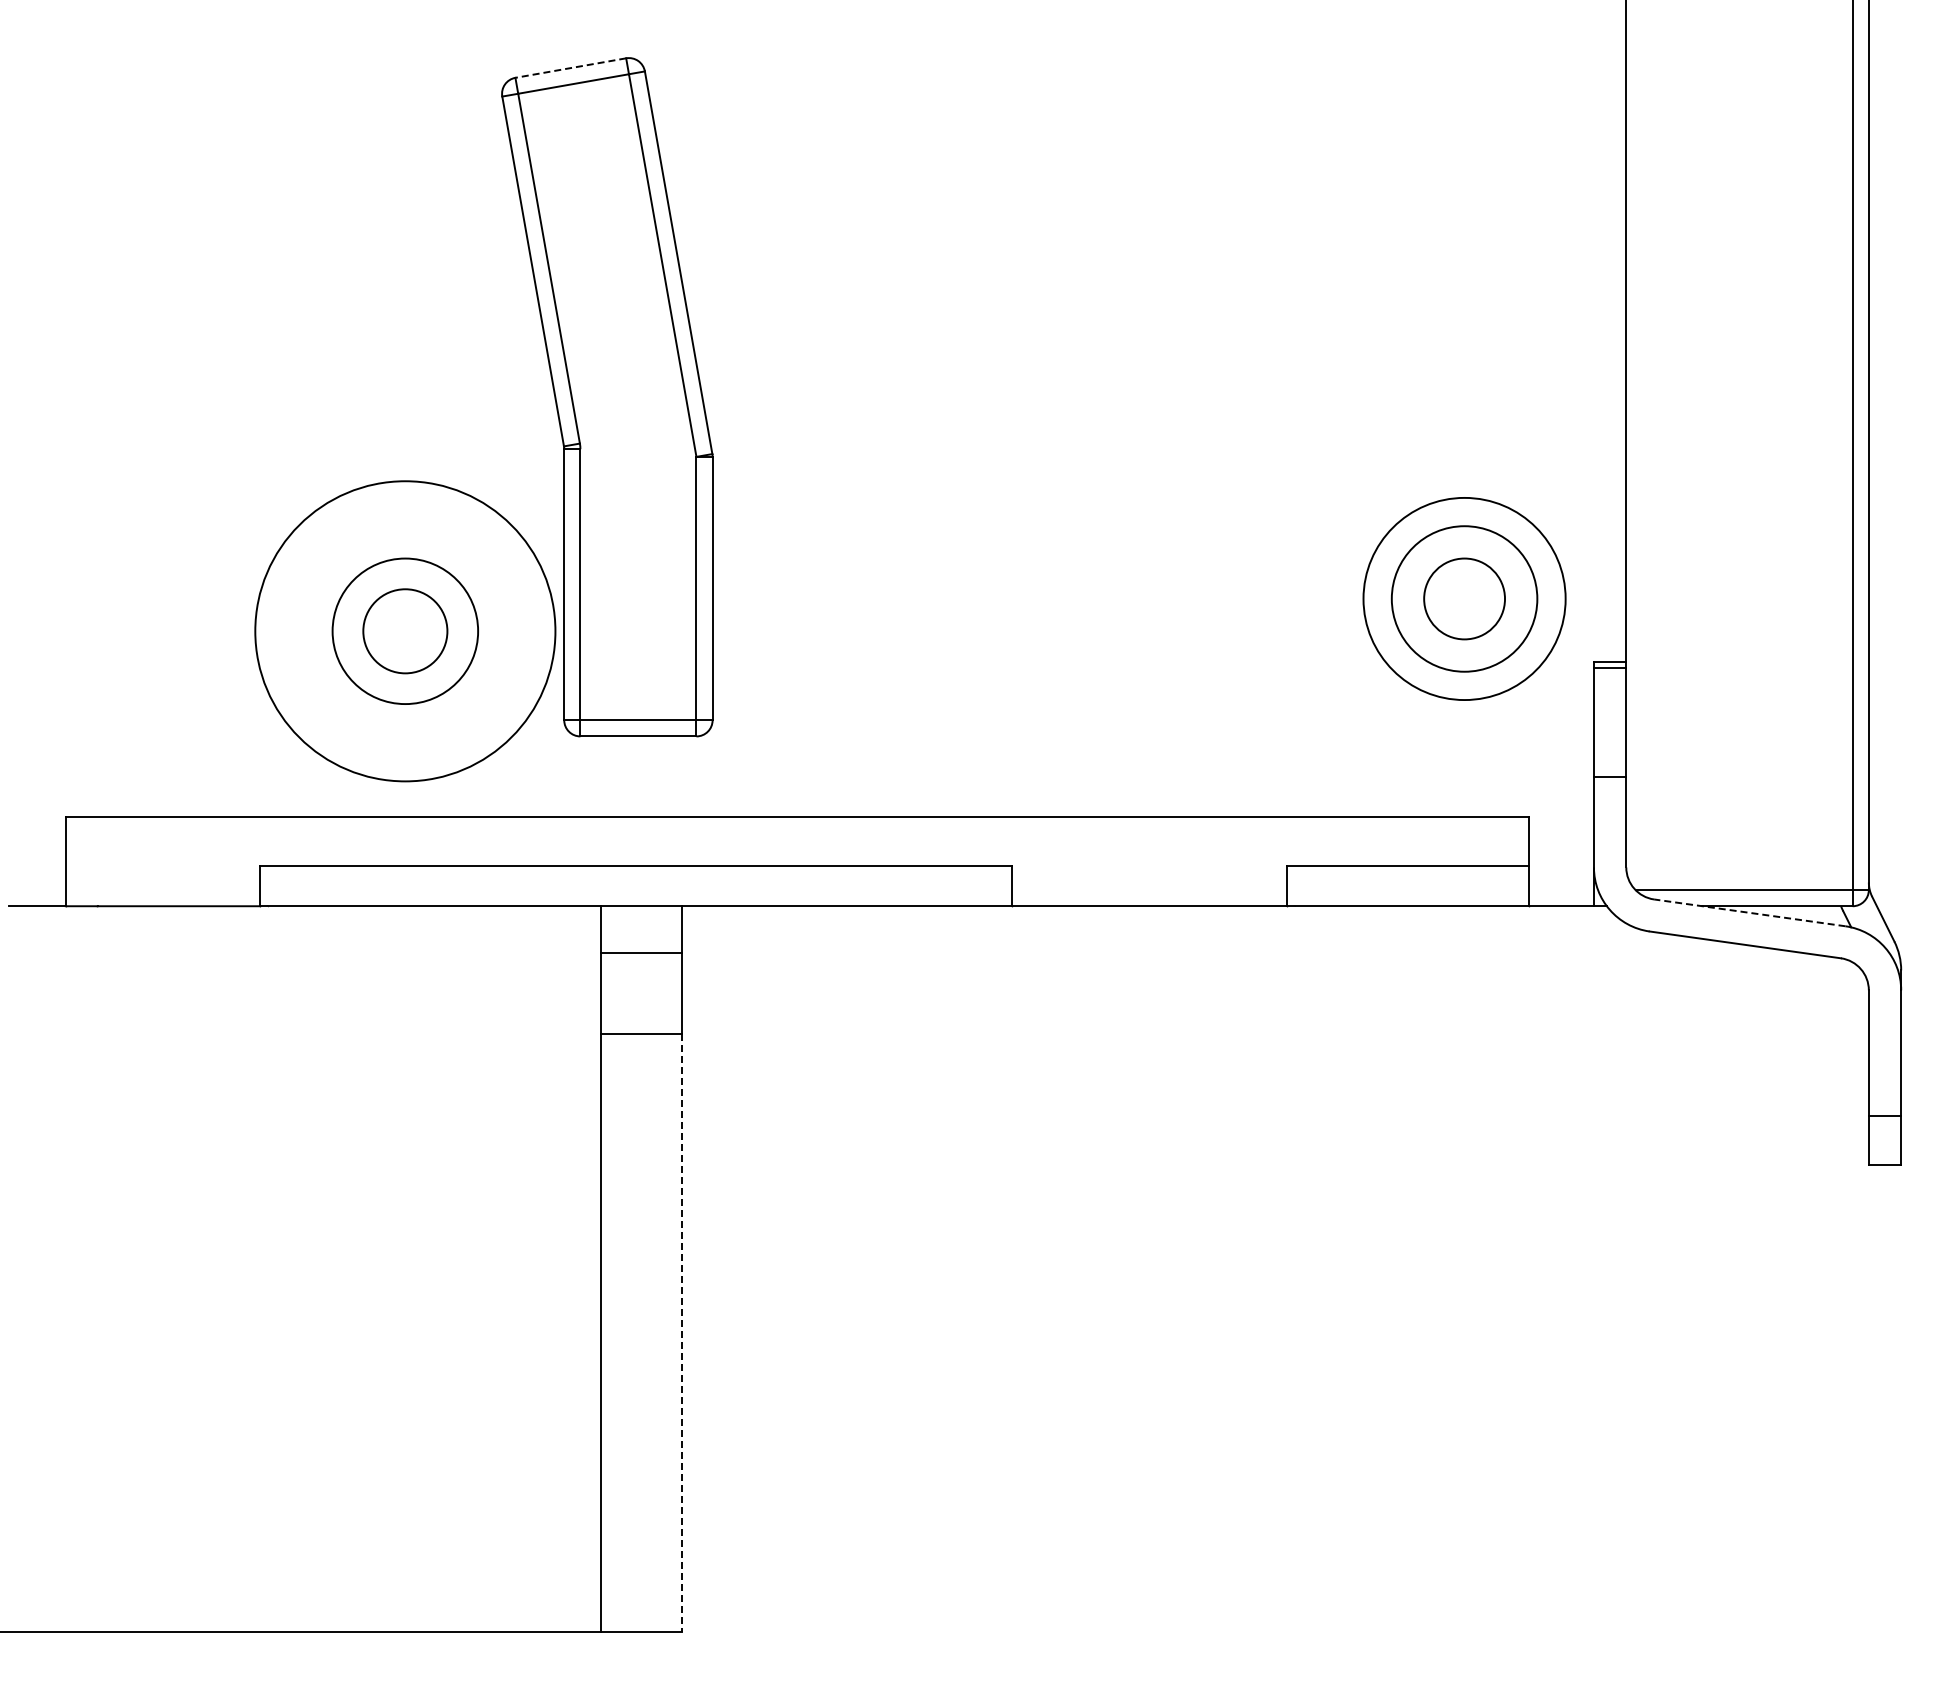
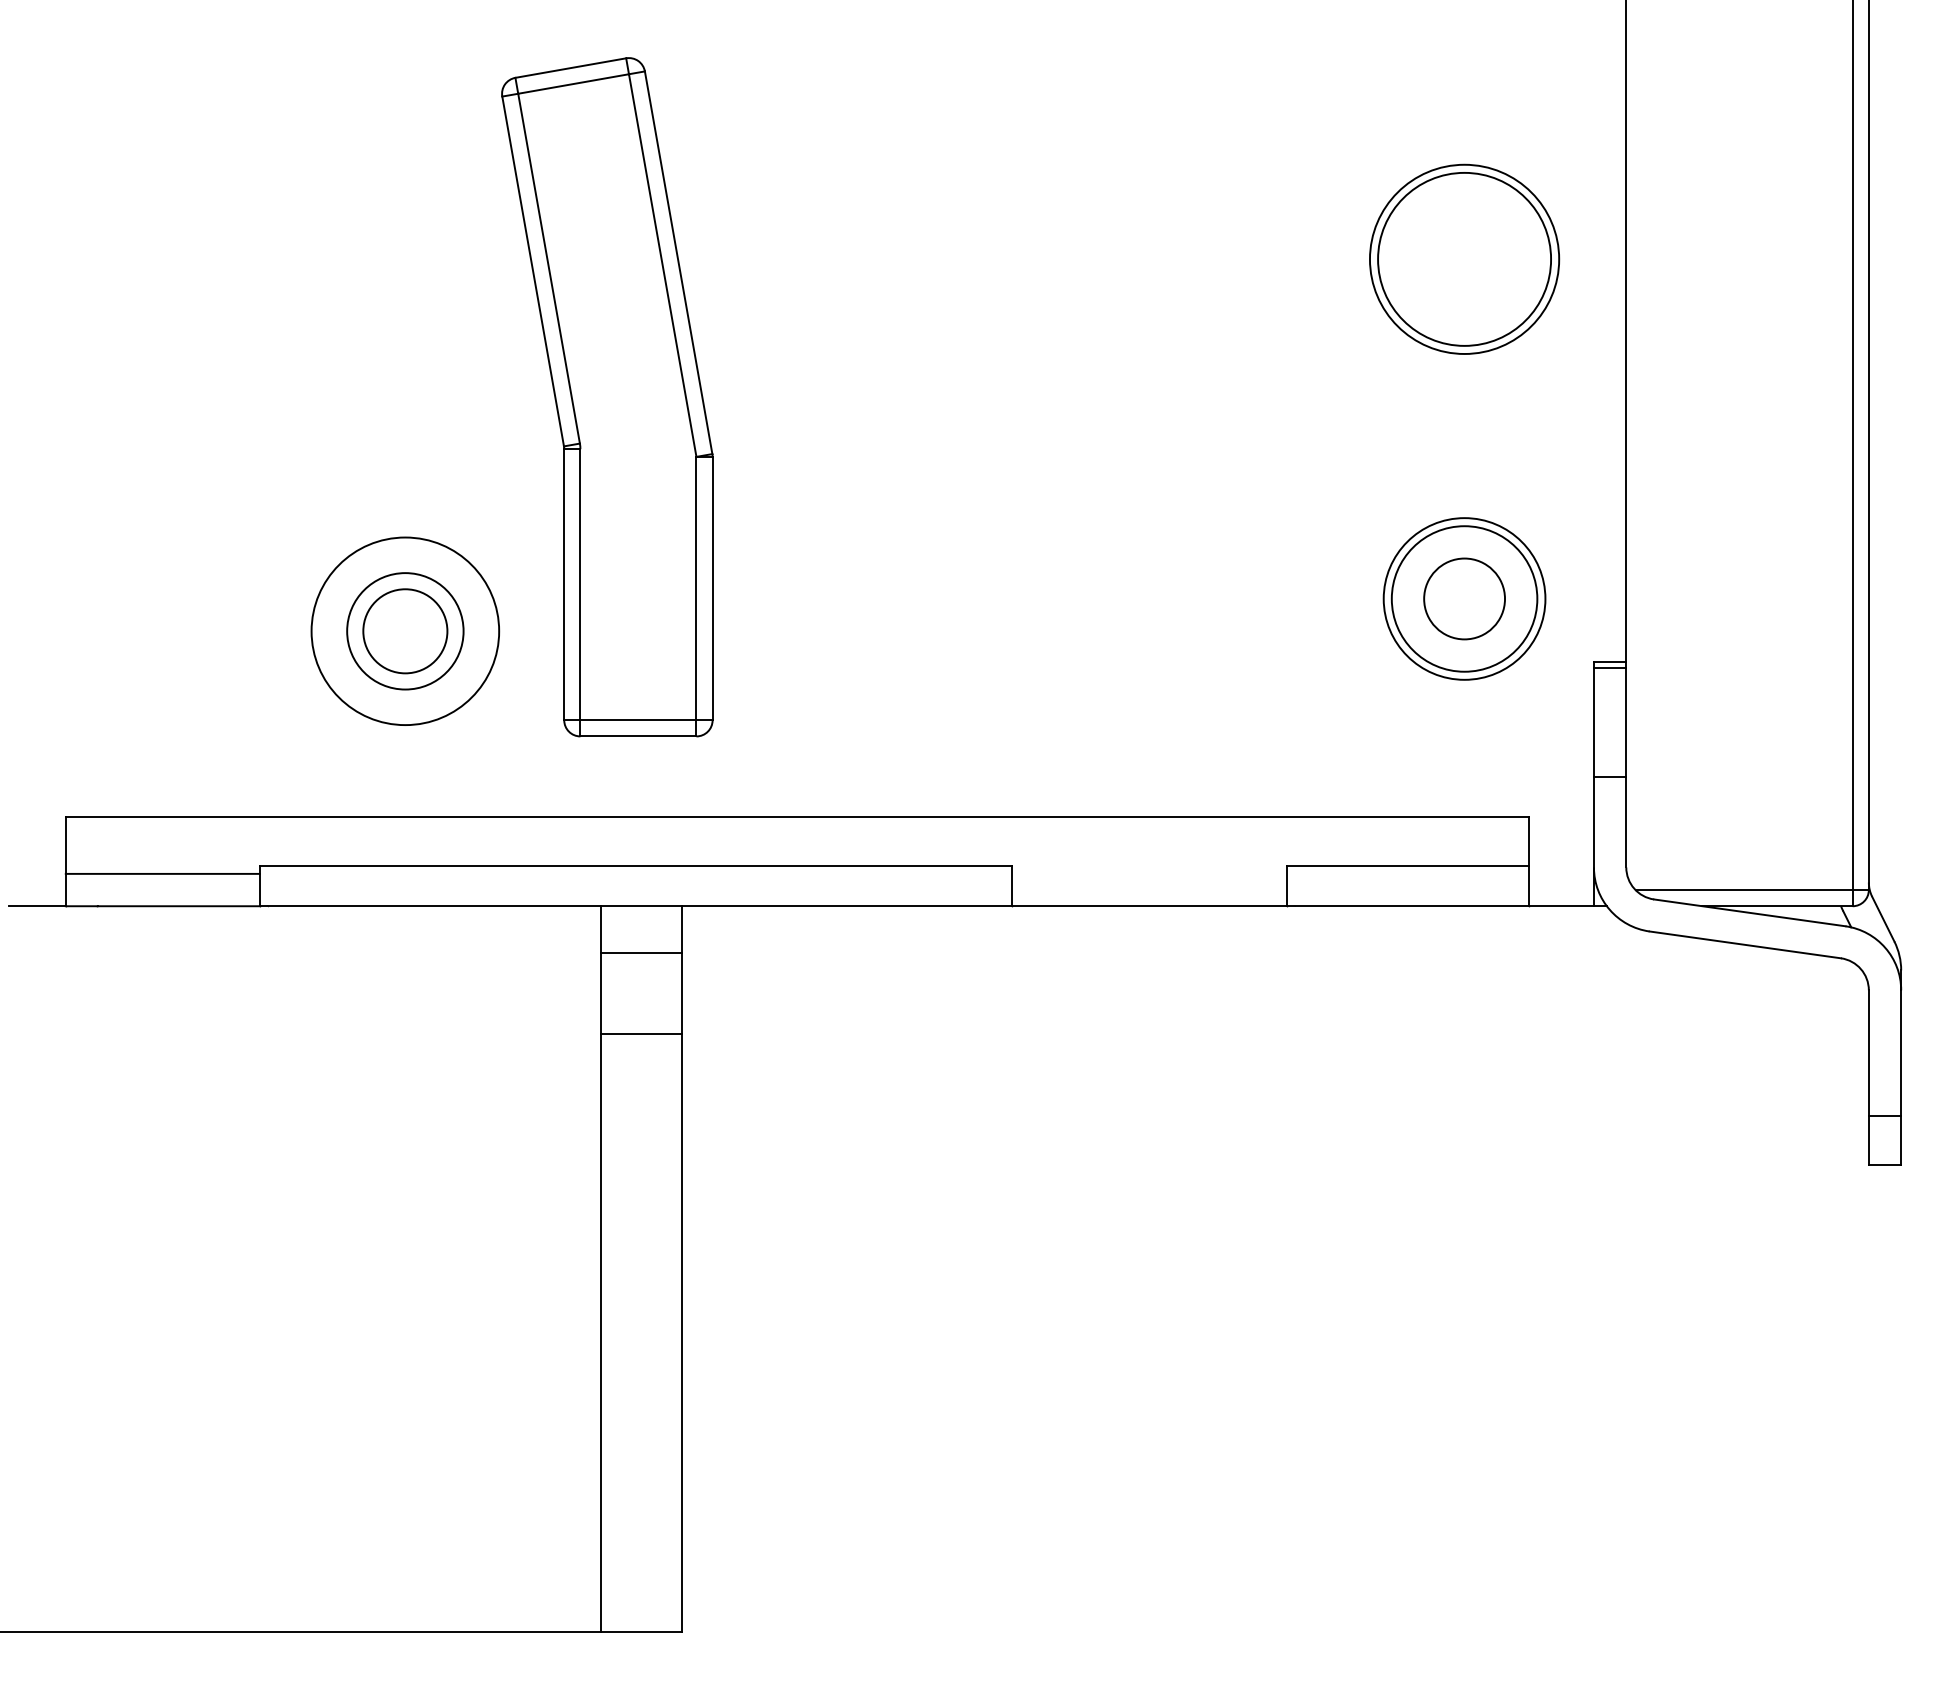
line at (570, 68): dashed -> solid
part at (1464, 258): none -> present
circle at (1464, 598) diameter: 202 px -> 162 px
circle at (405, 631) diameter: 146 px -> 116 px
circle at (405, 631) diameter: 300 px -> 188 px
line at (162, 873): none -> present
line at (1749, 912): dashed -> solid
line at (681, 1333): dashed -> solid
